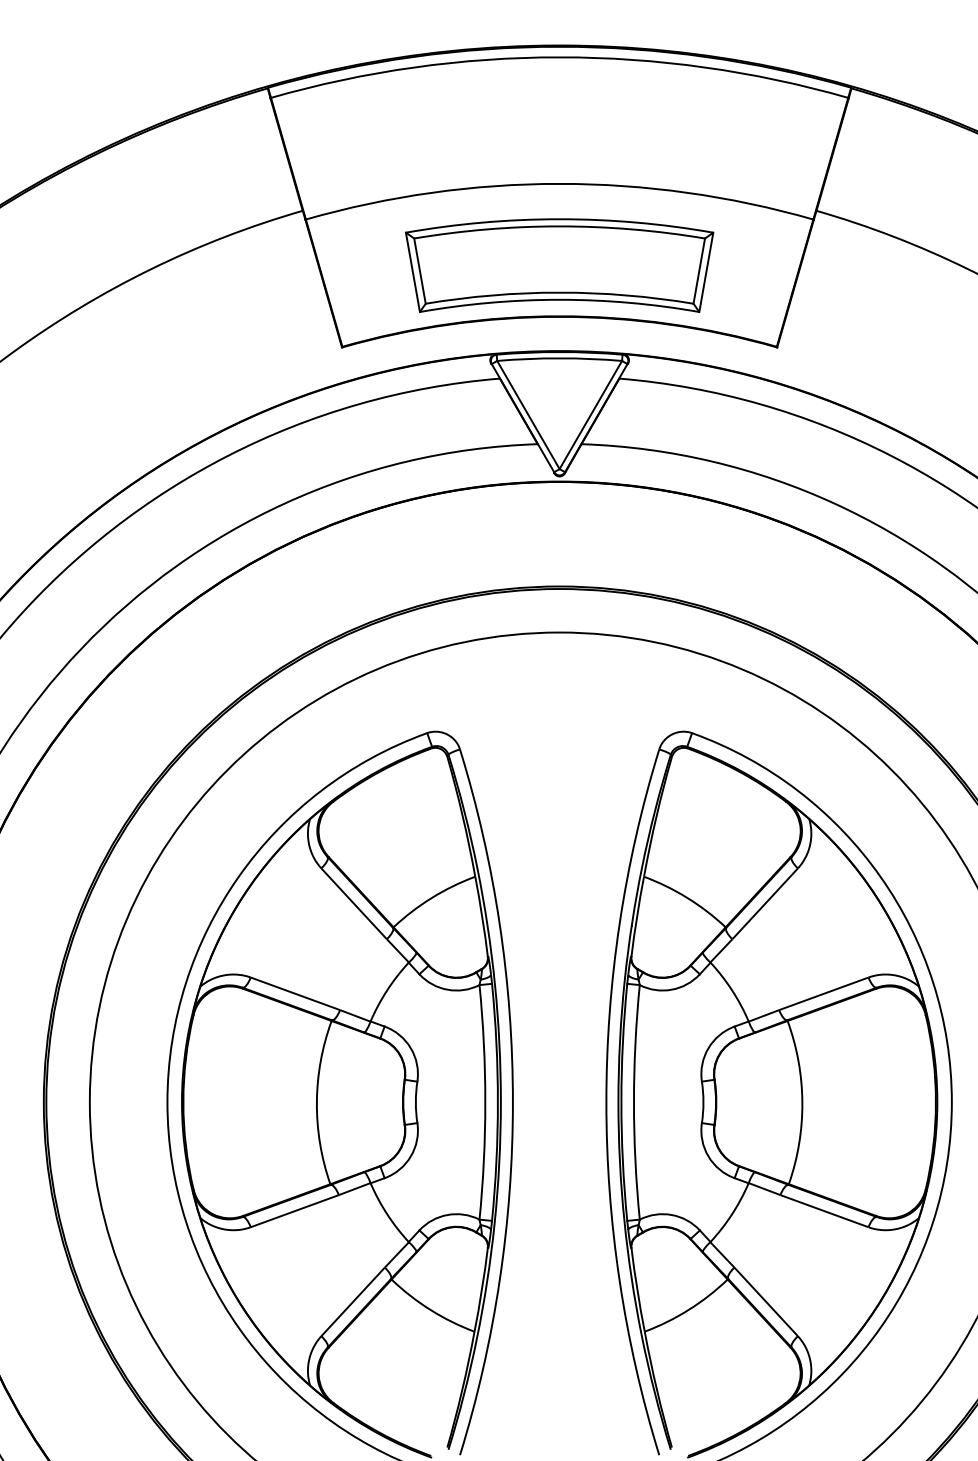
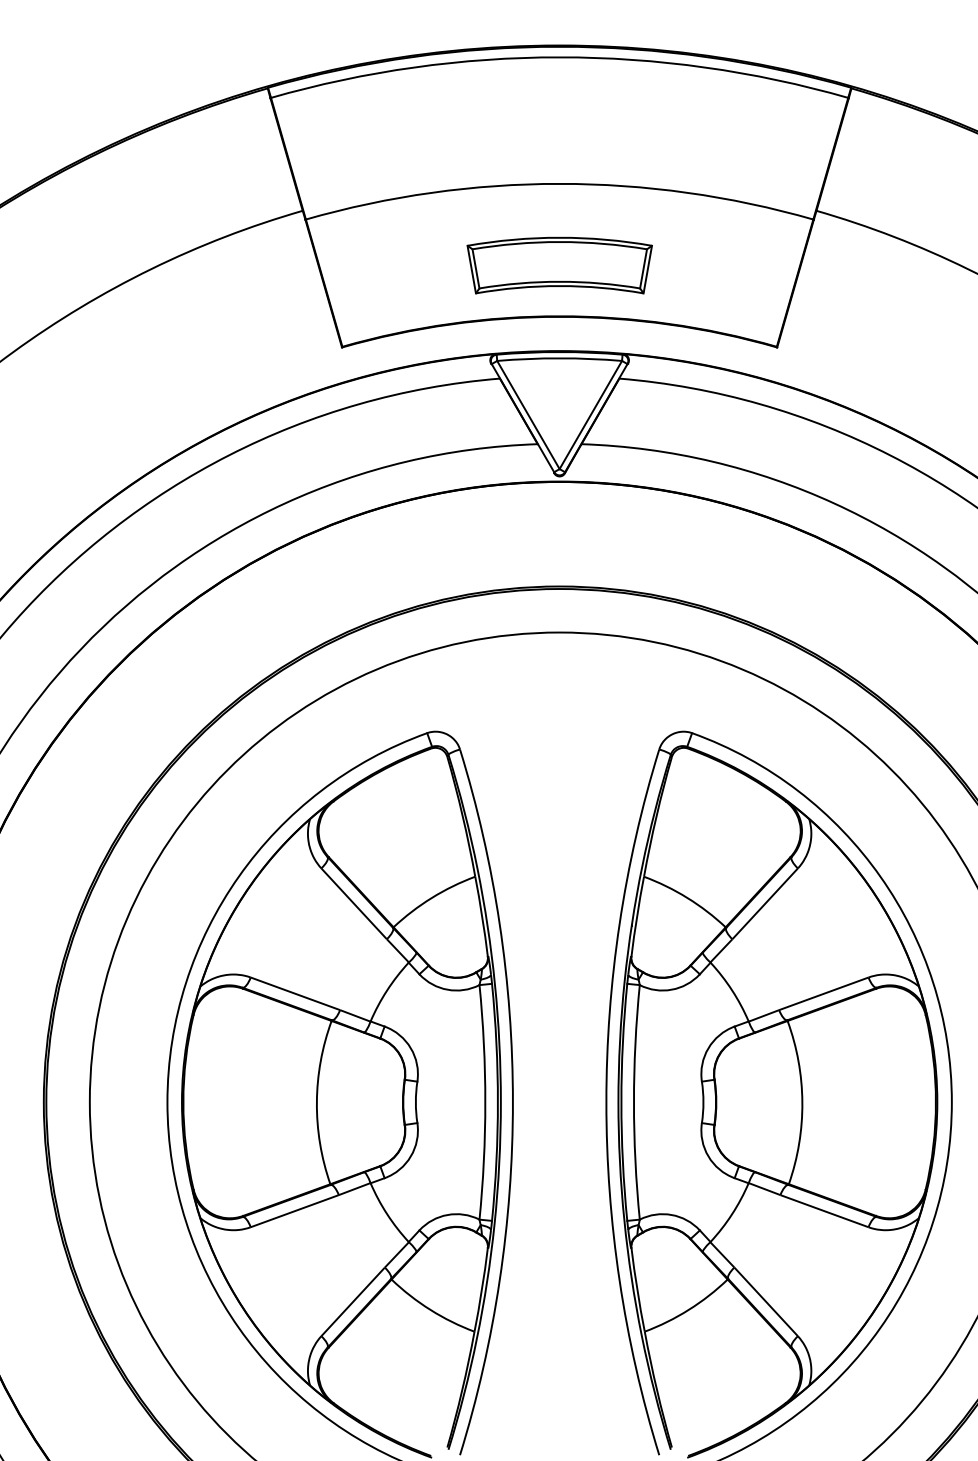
part at (559, 265) size: 310x95 px -> 187x59 px
